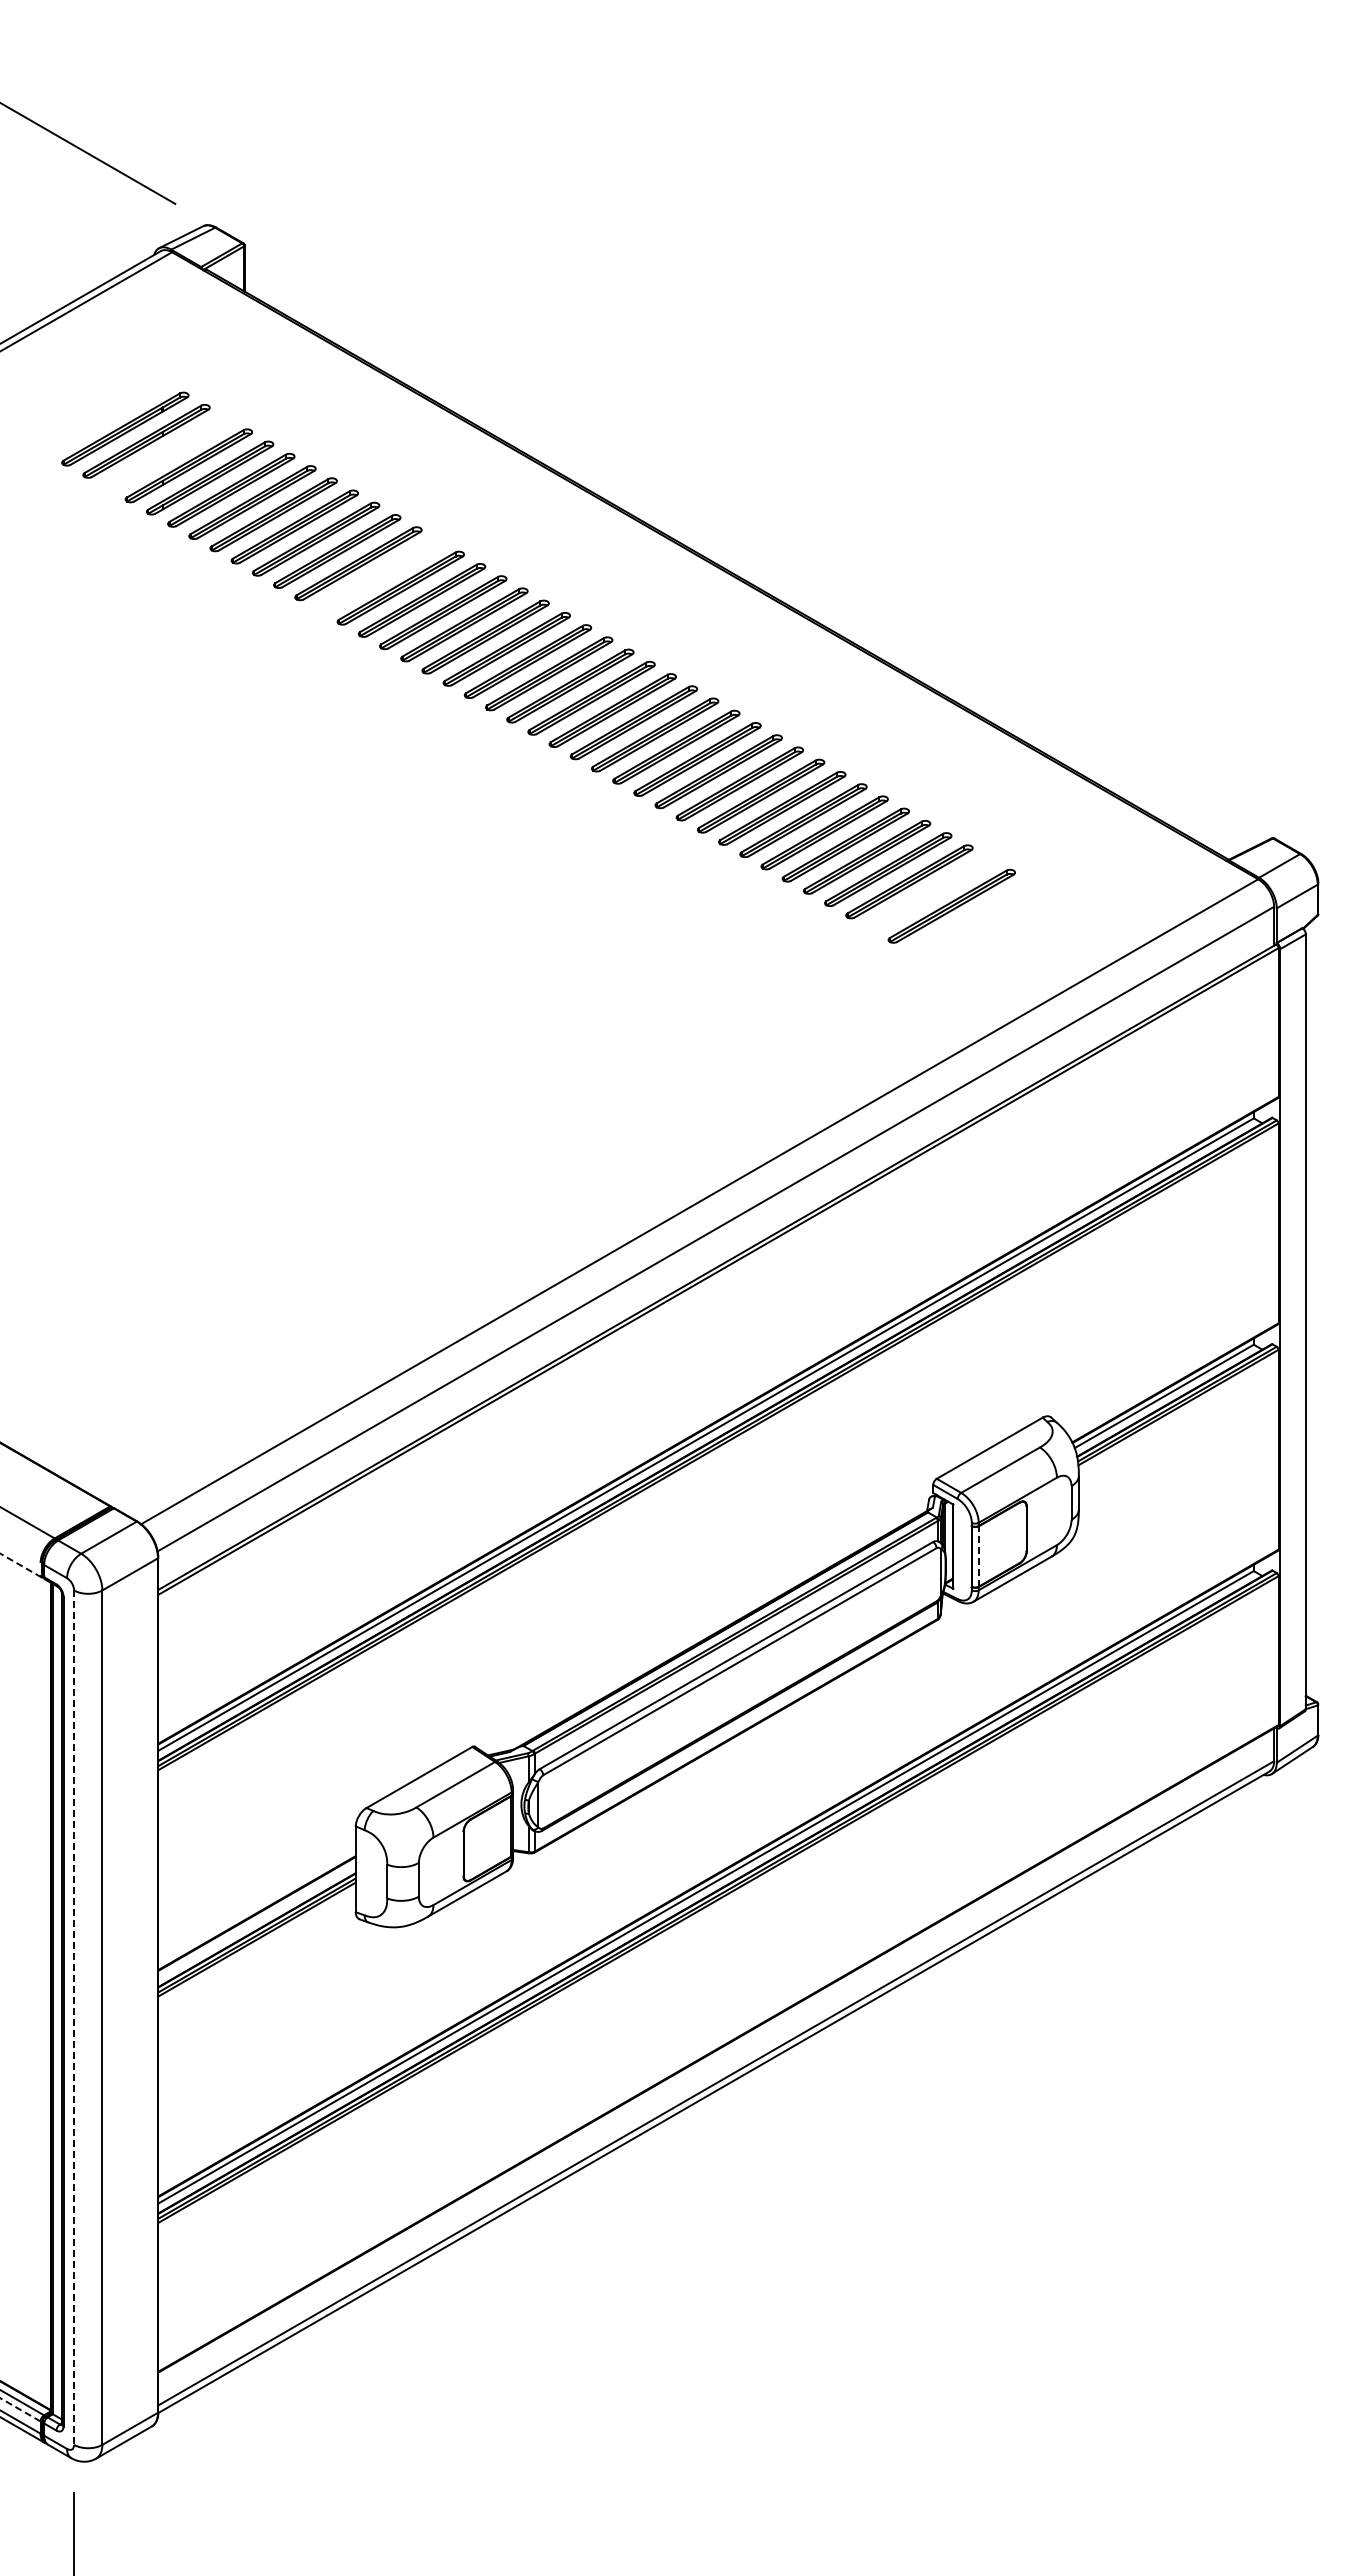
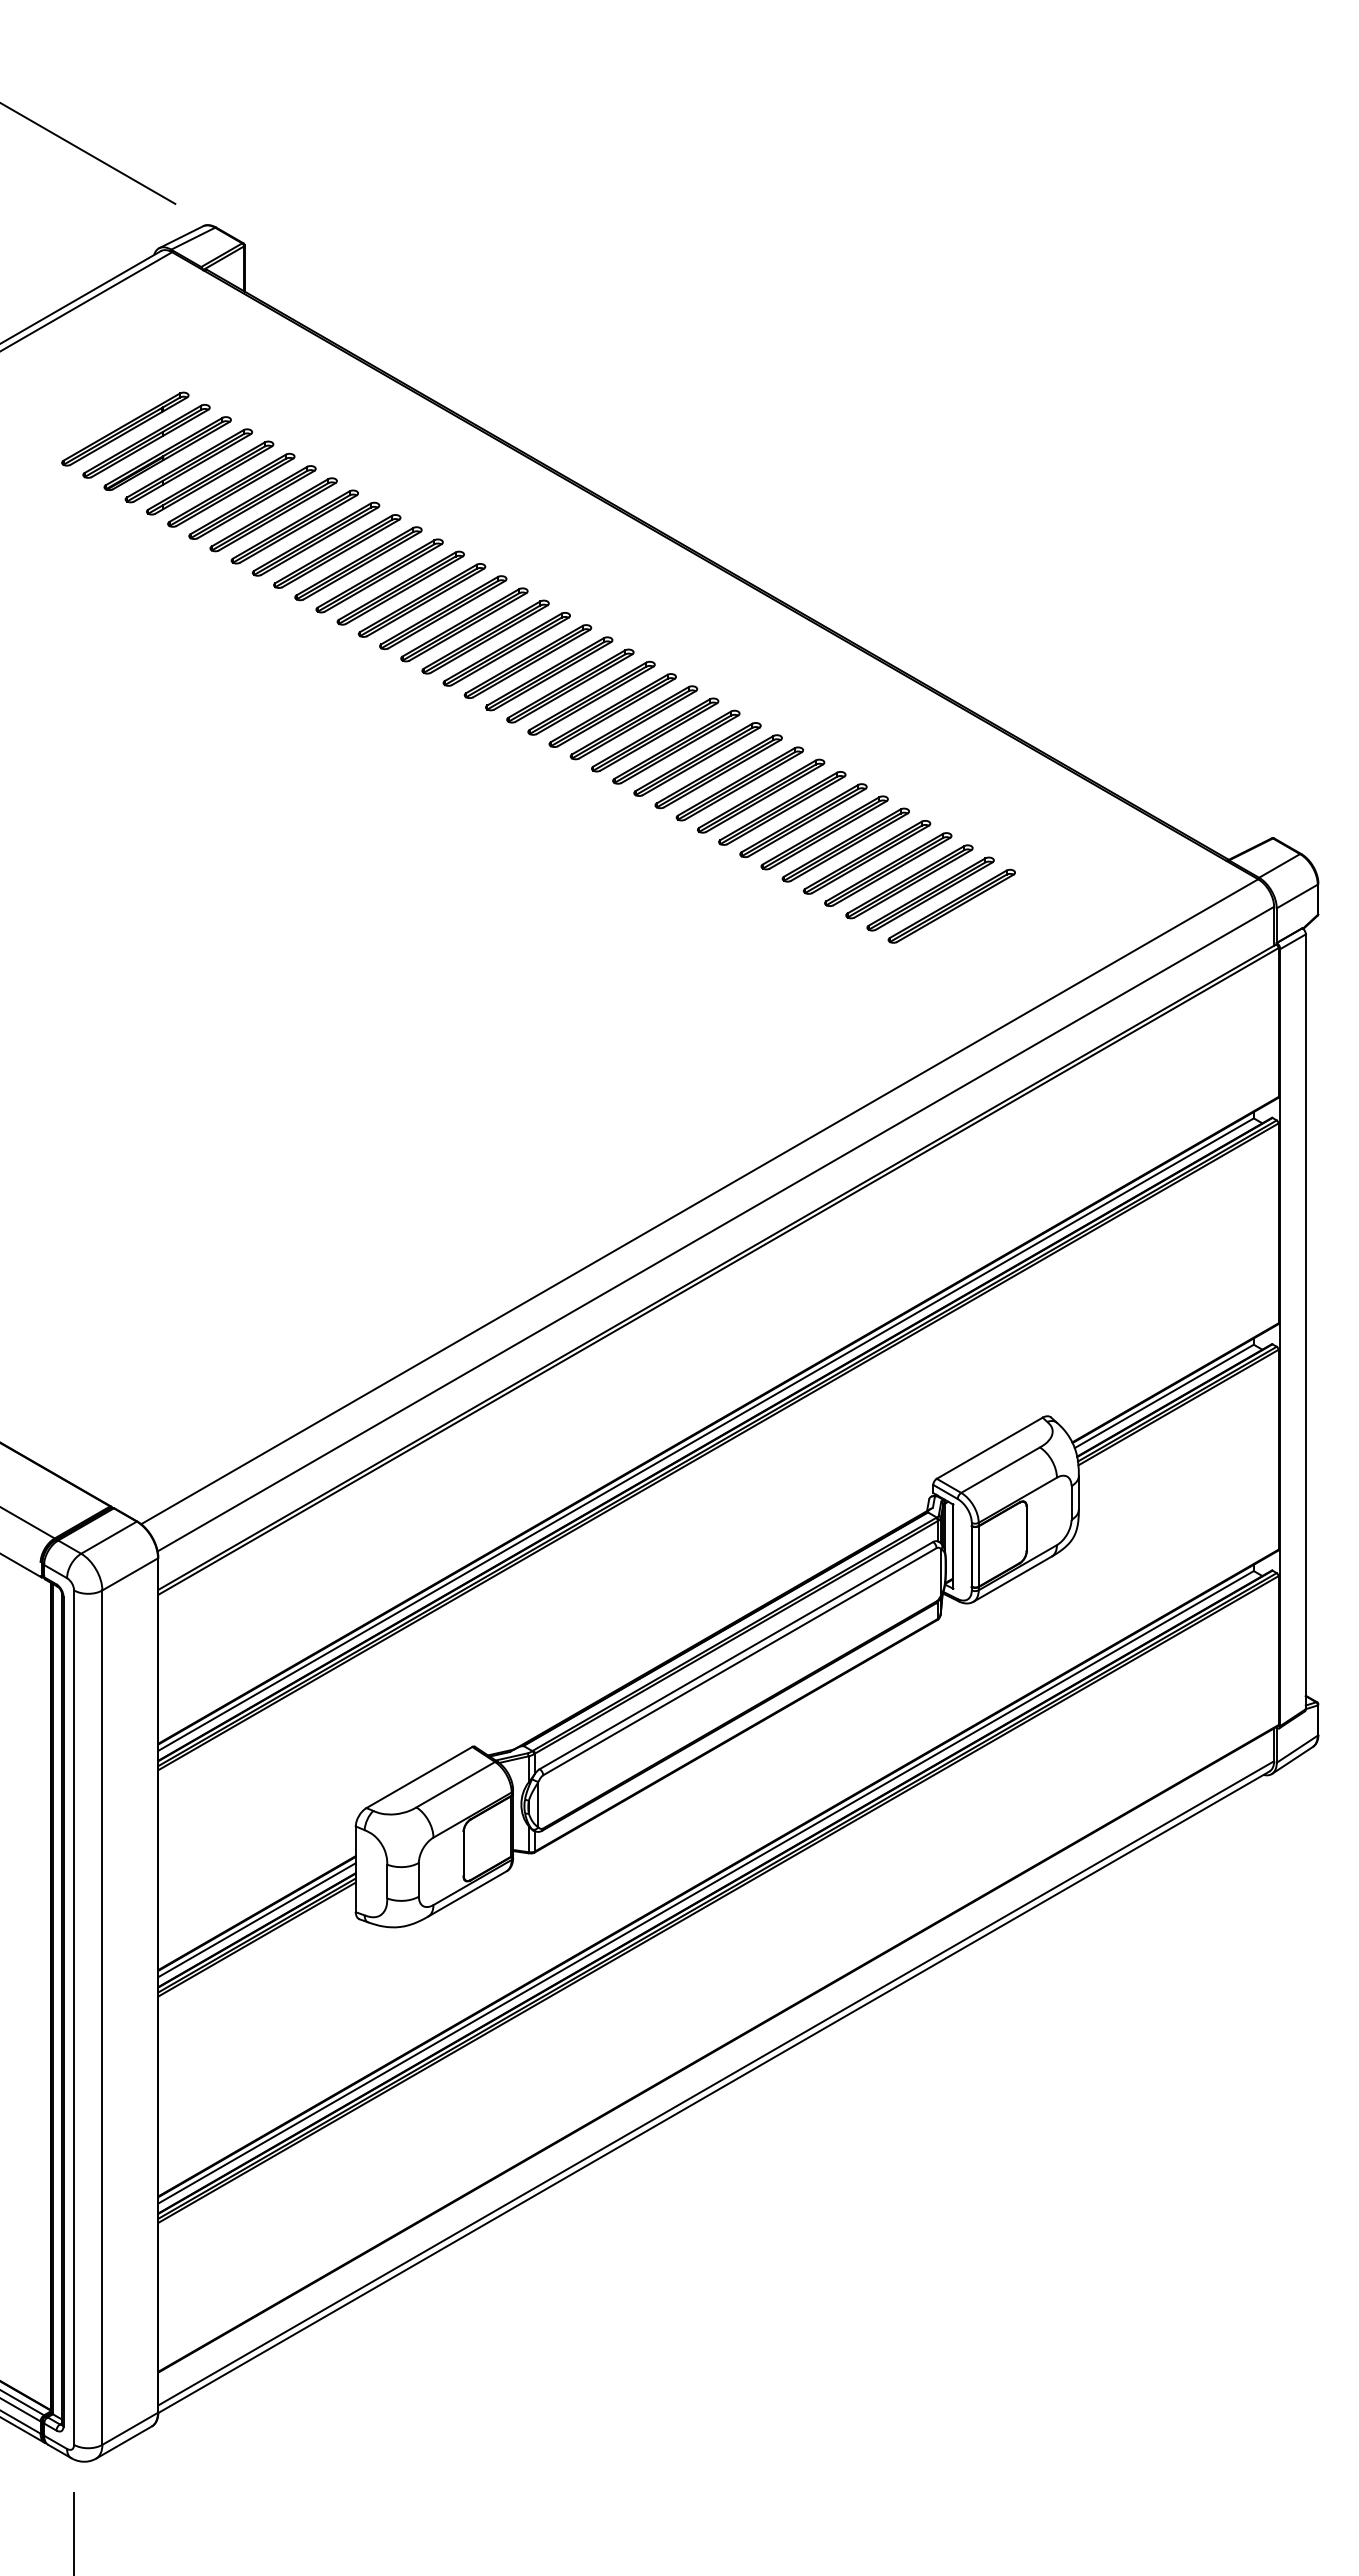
part at (167, 453): none -> present
part at (379, 575): none -> present
part at (930, 893): none -> present
line at (978, 1555): dashed -> solid
line at (20, 1565): dashed -> solid
line at (256, 1920): none -> present
line at (74, 2018): dashed -> solid
line at (20, 2409): dashed -> solid
